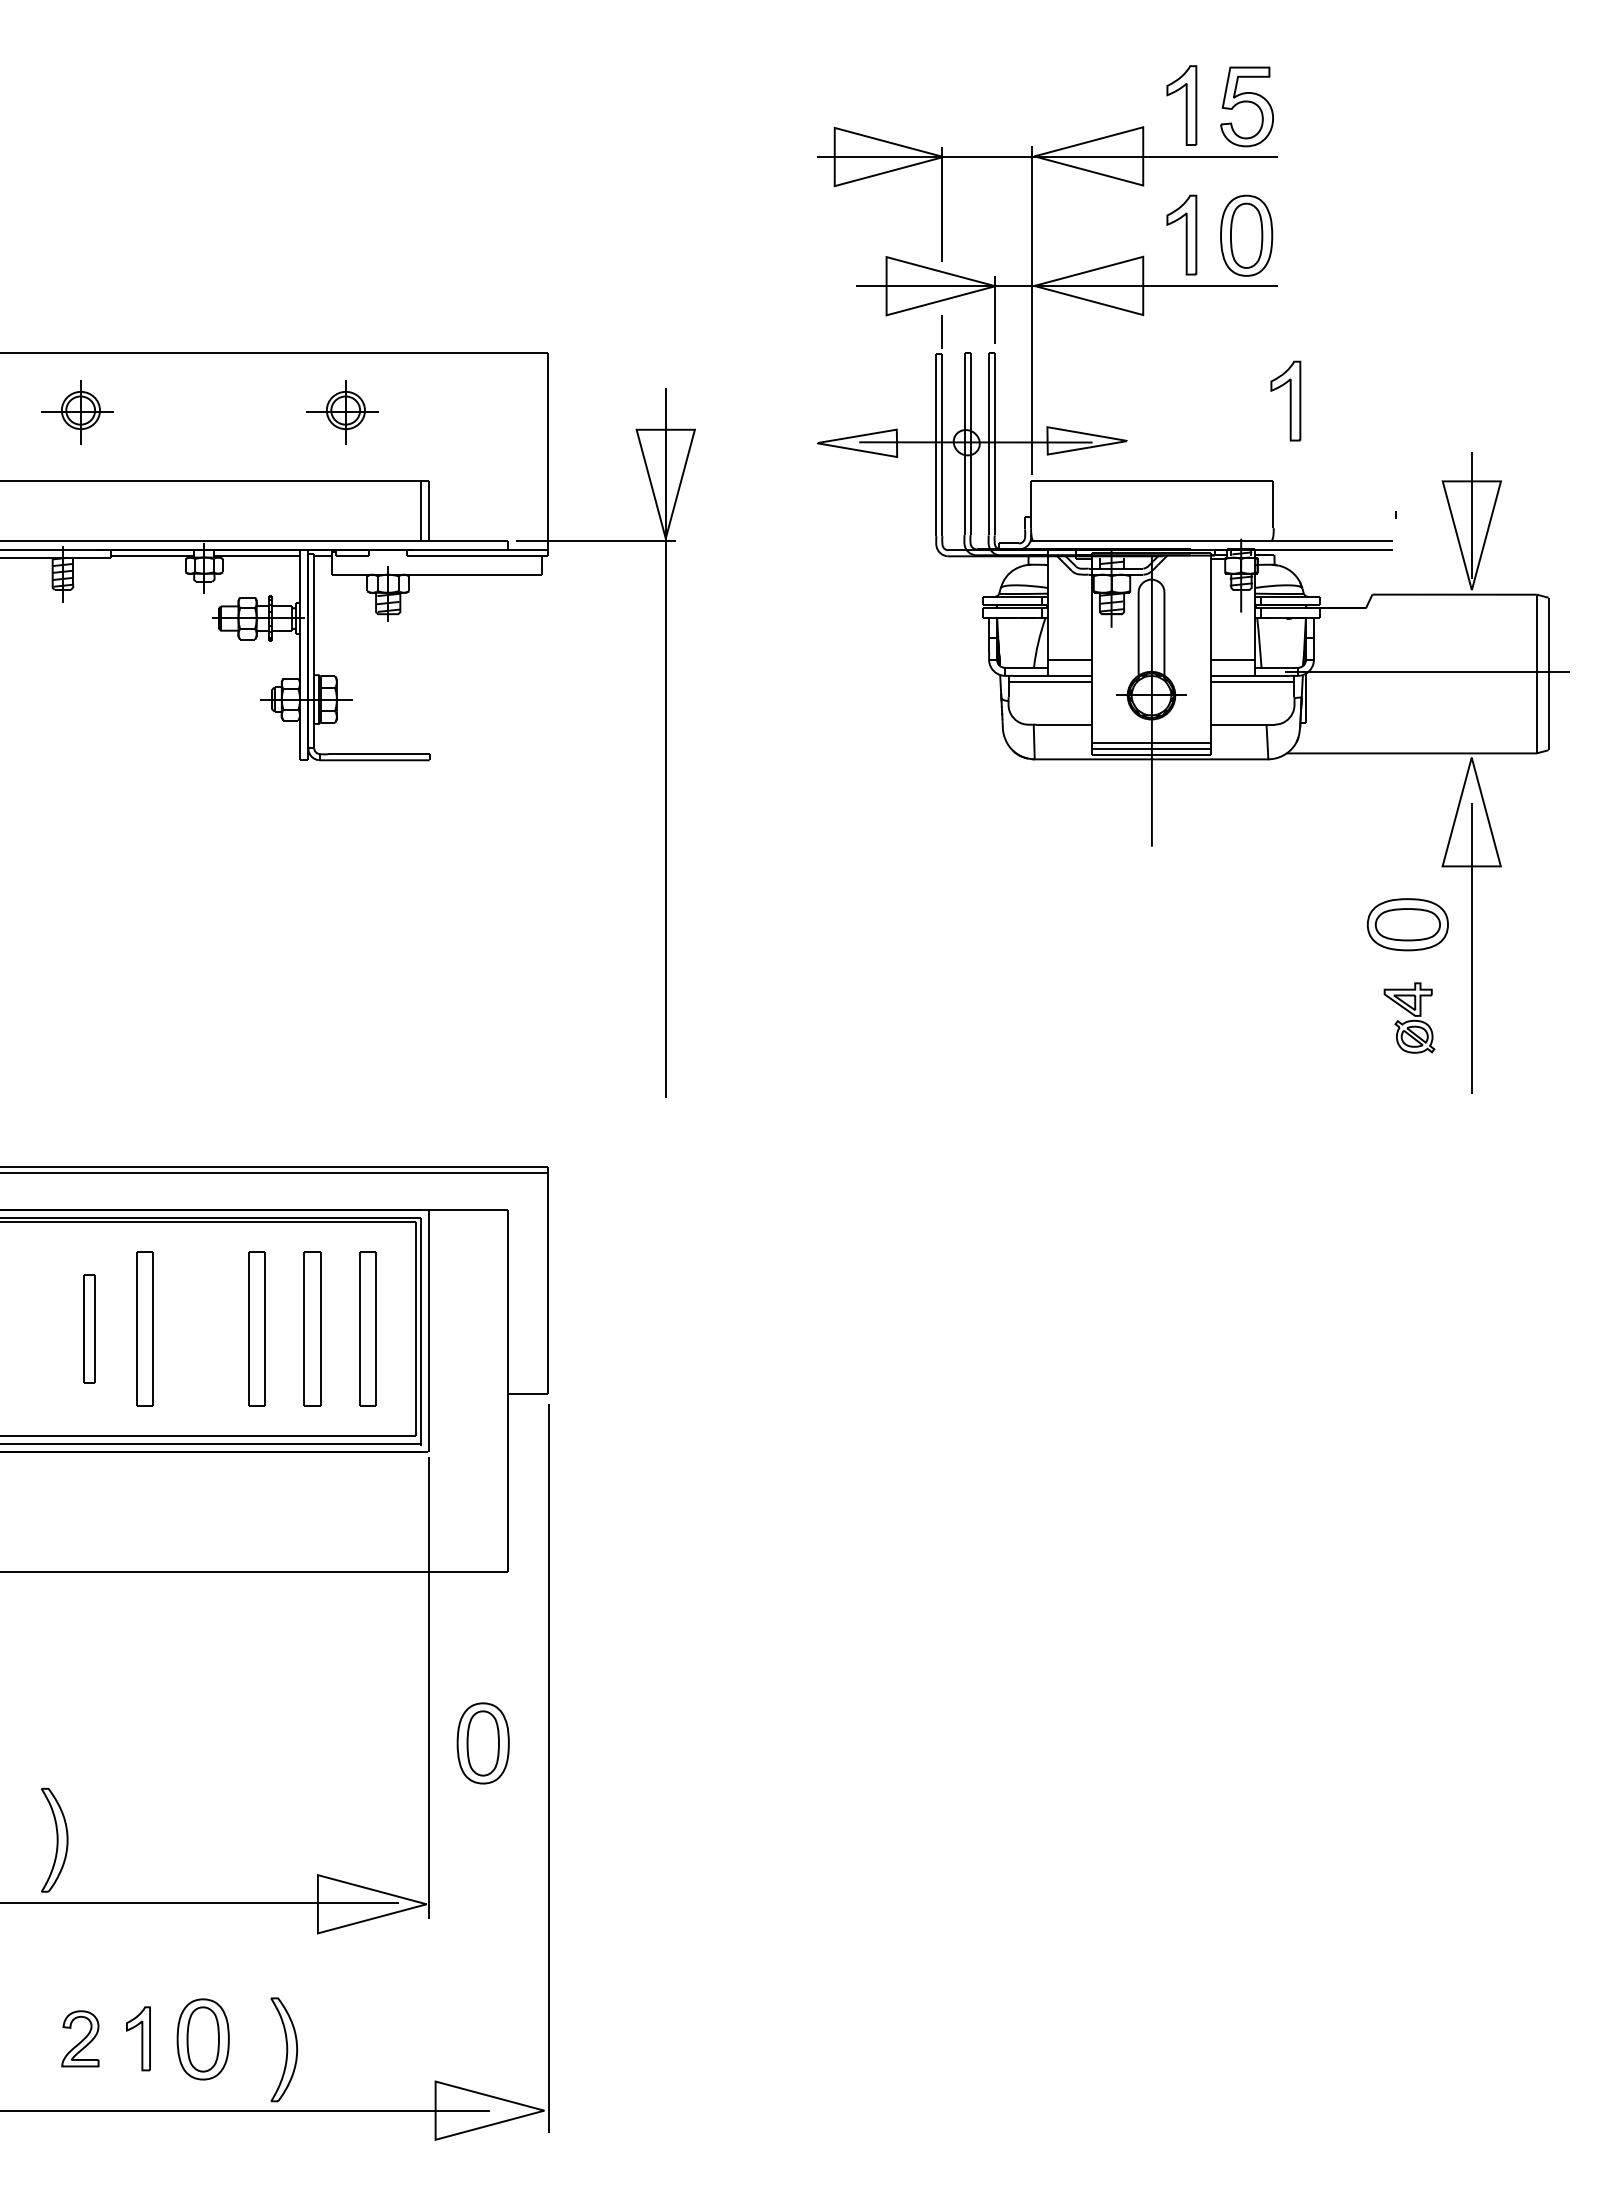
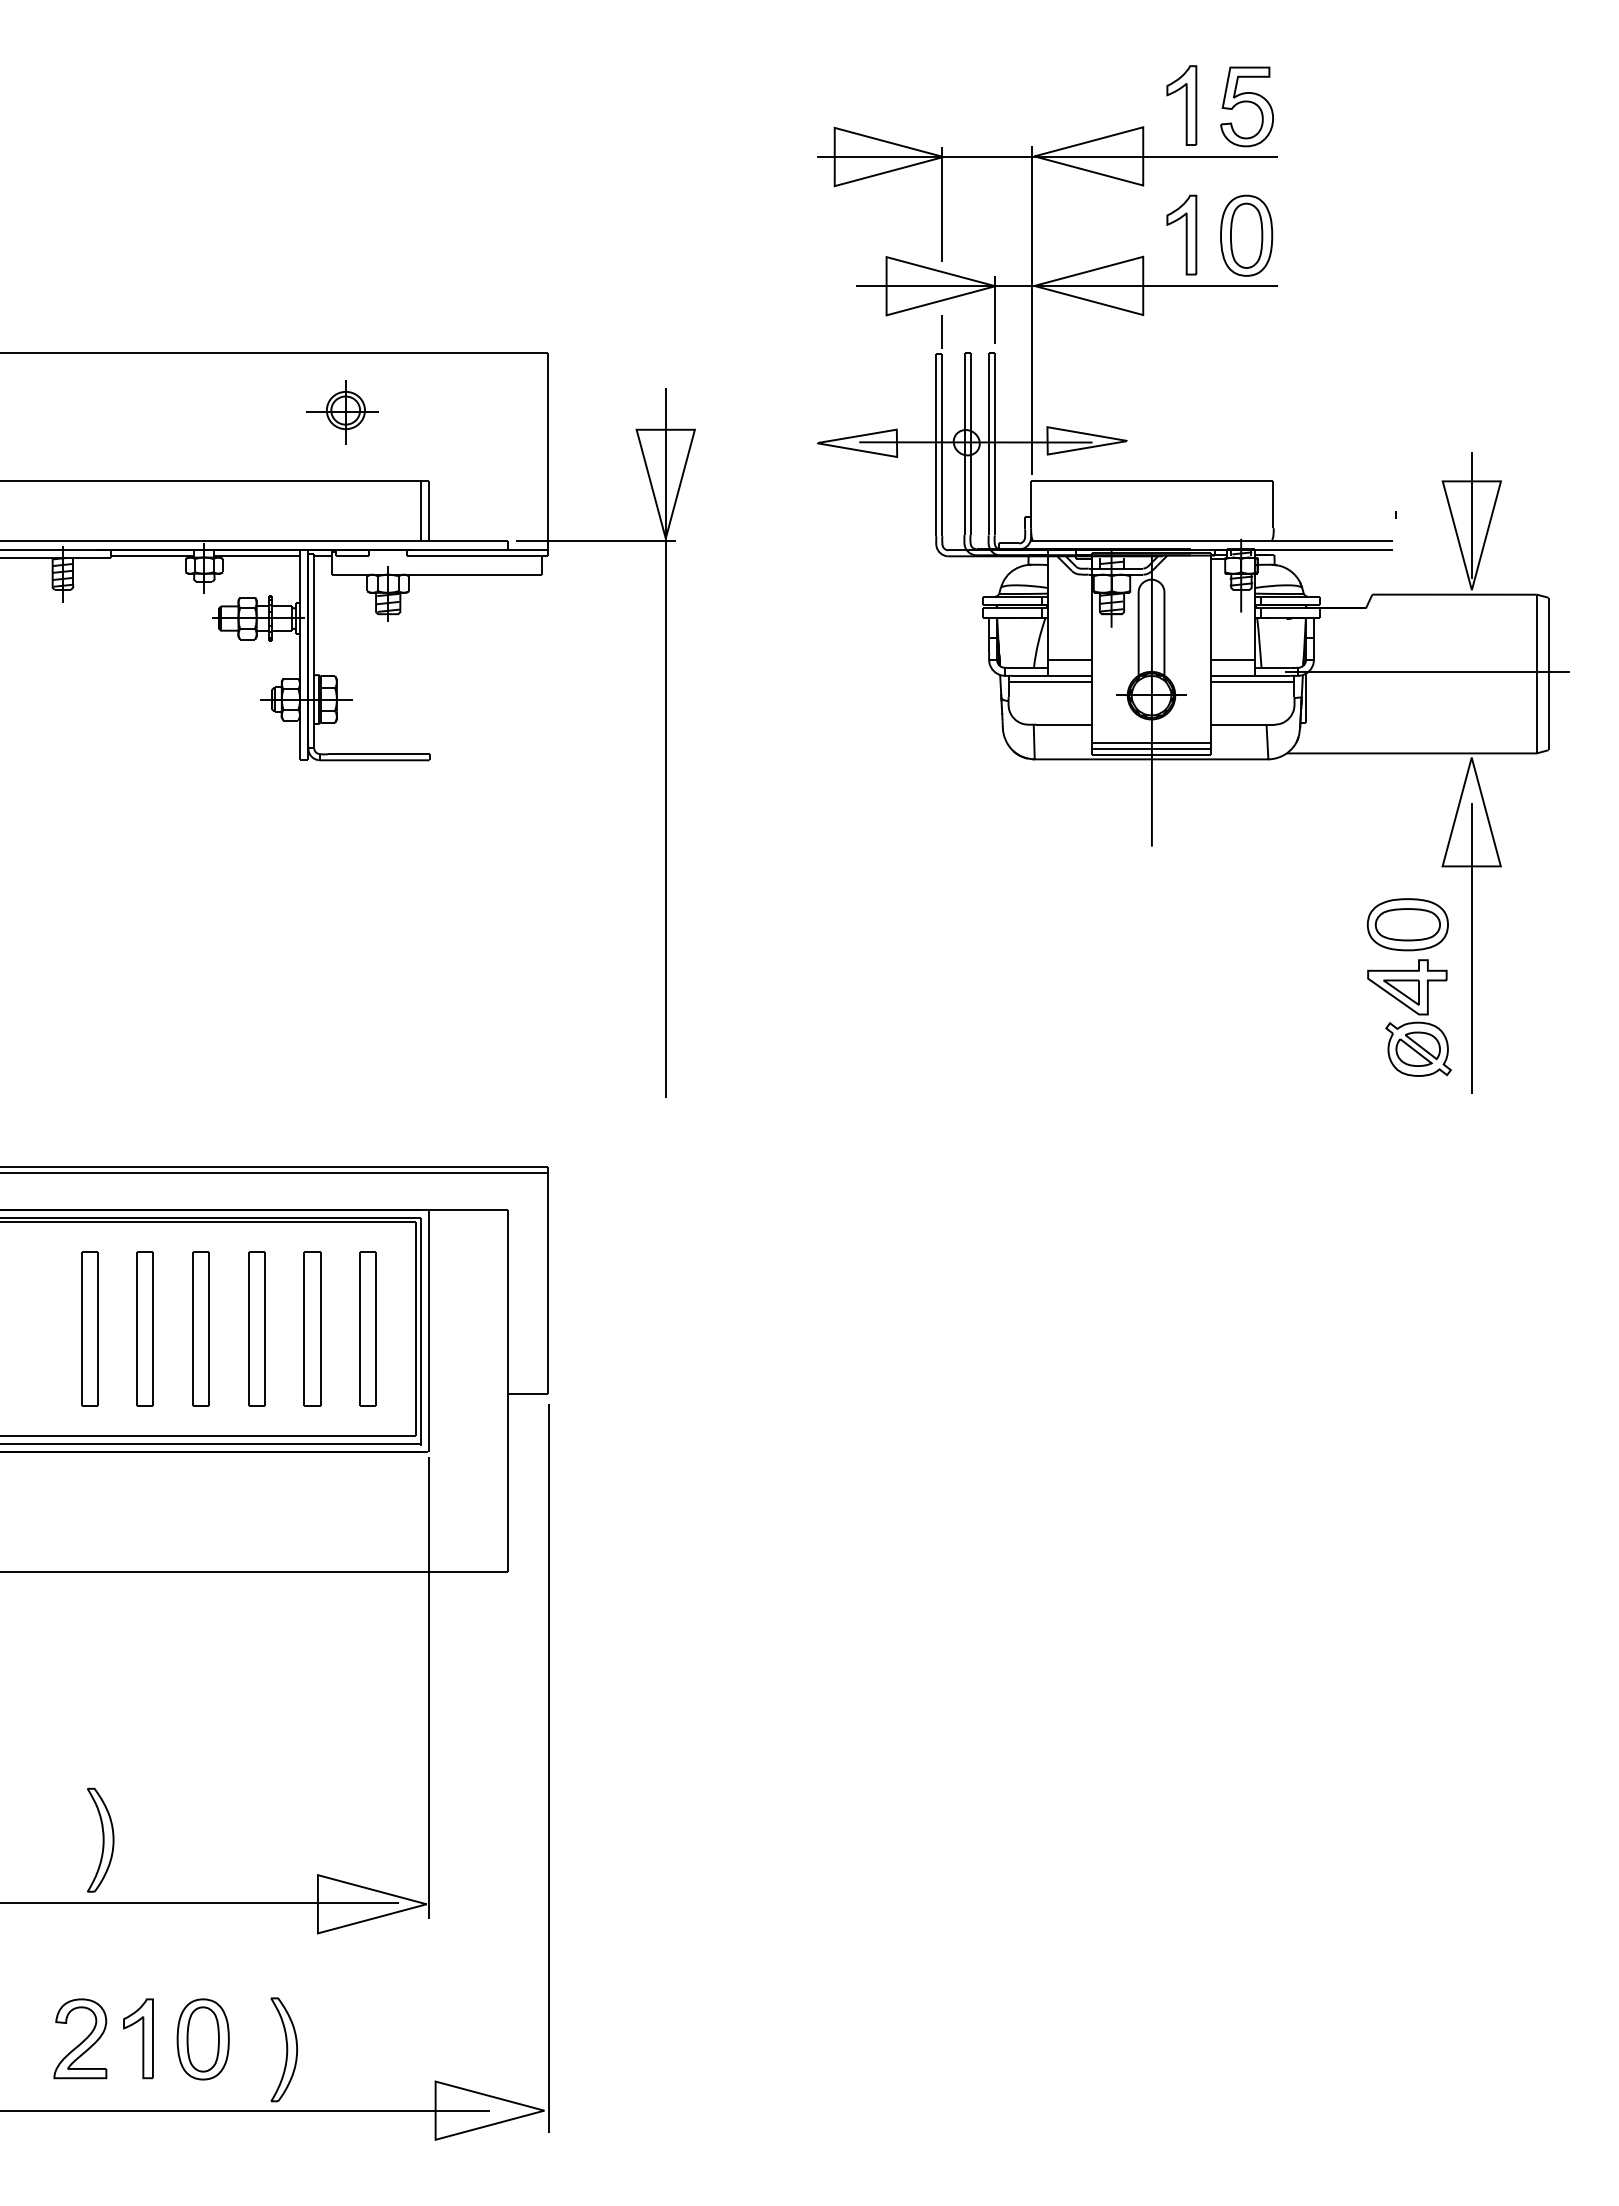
part at (1285, 400): present -> none
part at (77, 412): present -> none
part at (1409, 1017) size: 53x72 px -> 85x118 px
part at (89, 1328) size: 13x110 px -> 18x156 px
part at (200, 1328): none -> present
part at (482, 1743): present -> none
part at (54, 1839) position: (54, 1839) -> (100, 1839)
part at (80, 2038) size: 39x58 px -> 55x82 px
part at (138, 2038) size: 25x66 px -> 31x82 px
